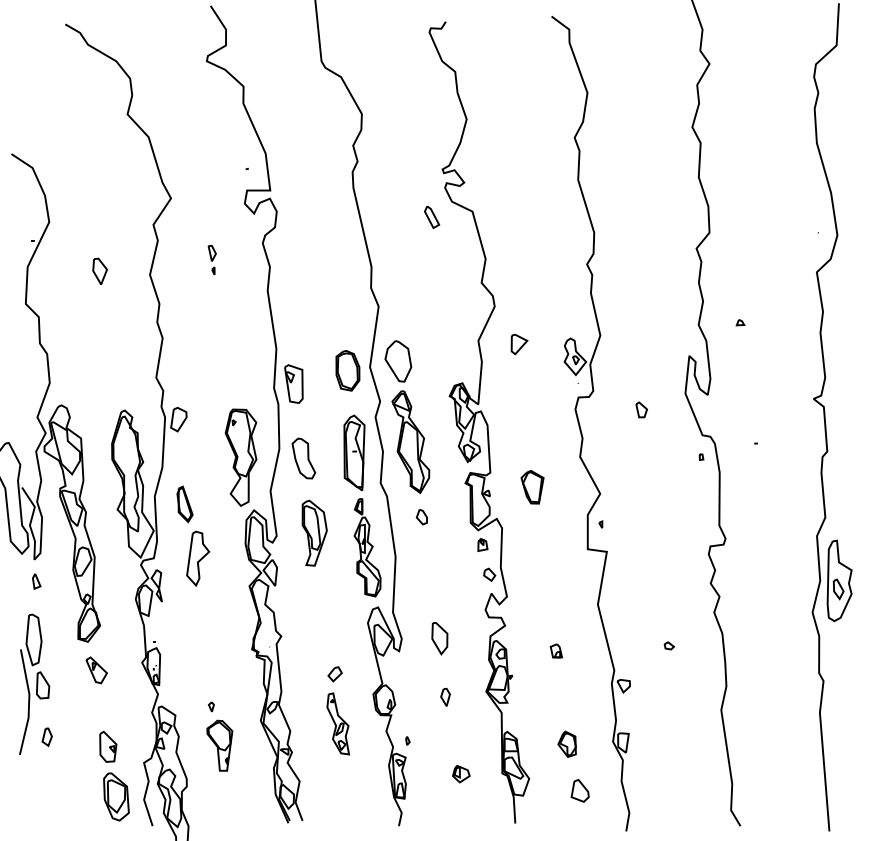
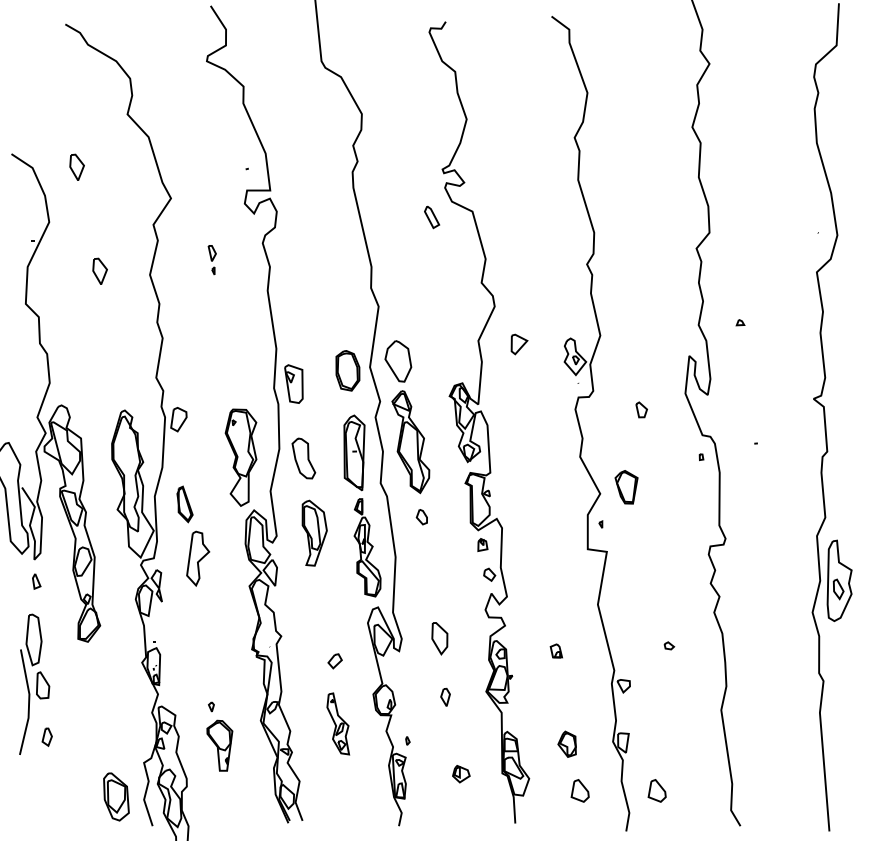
part at (76, 166): none -> present
part at (532, 487) position: (532, 487) -> (626, 487)
part at (96, 670): present -> none
part at (334, 674) position: (334, 674) -> (334, 661)
part at (108, 746): present -> none
part at (656, 790): none -> present
